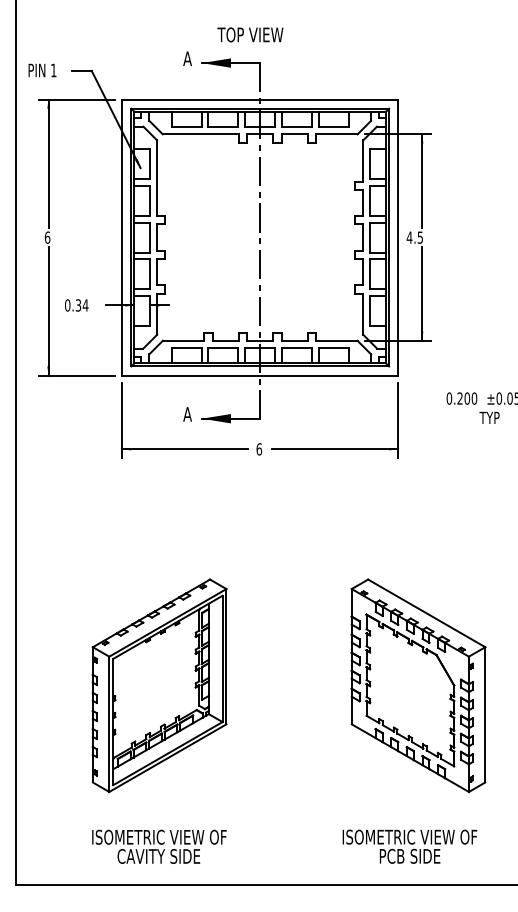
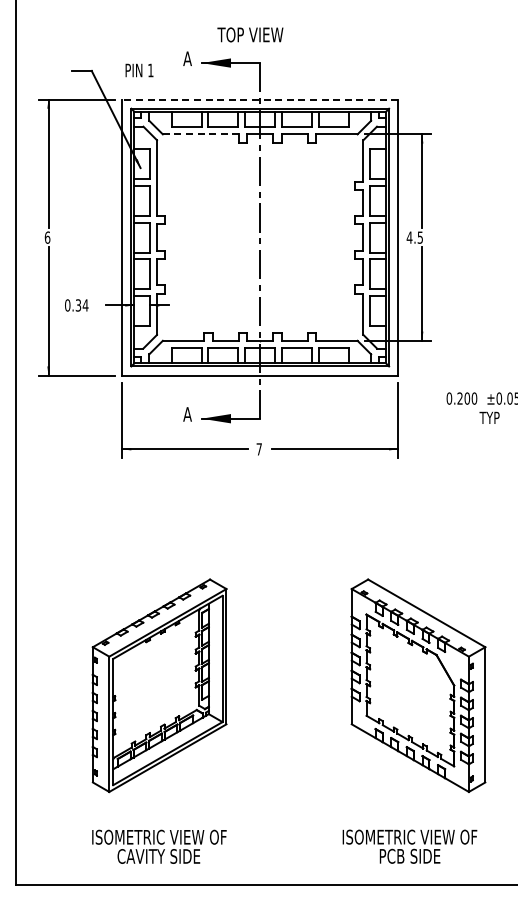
text at (42, 70) position: (42, 70) -> (139, 70)
line at (259, 99): solid -> dashed
line at (200, 134): solid -> dashed
text at (259, 449): 6 -> 7
